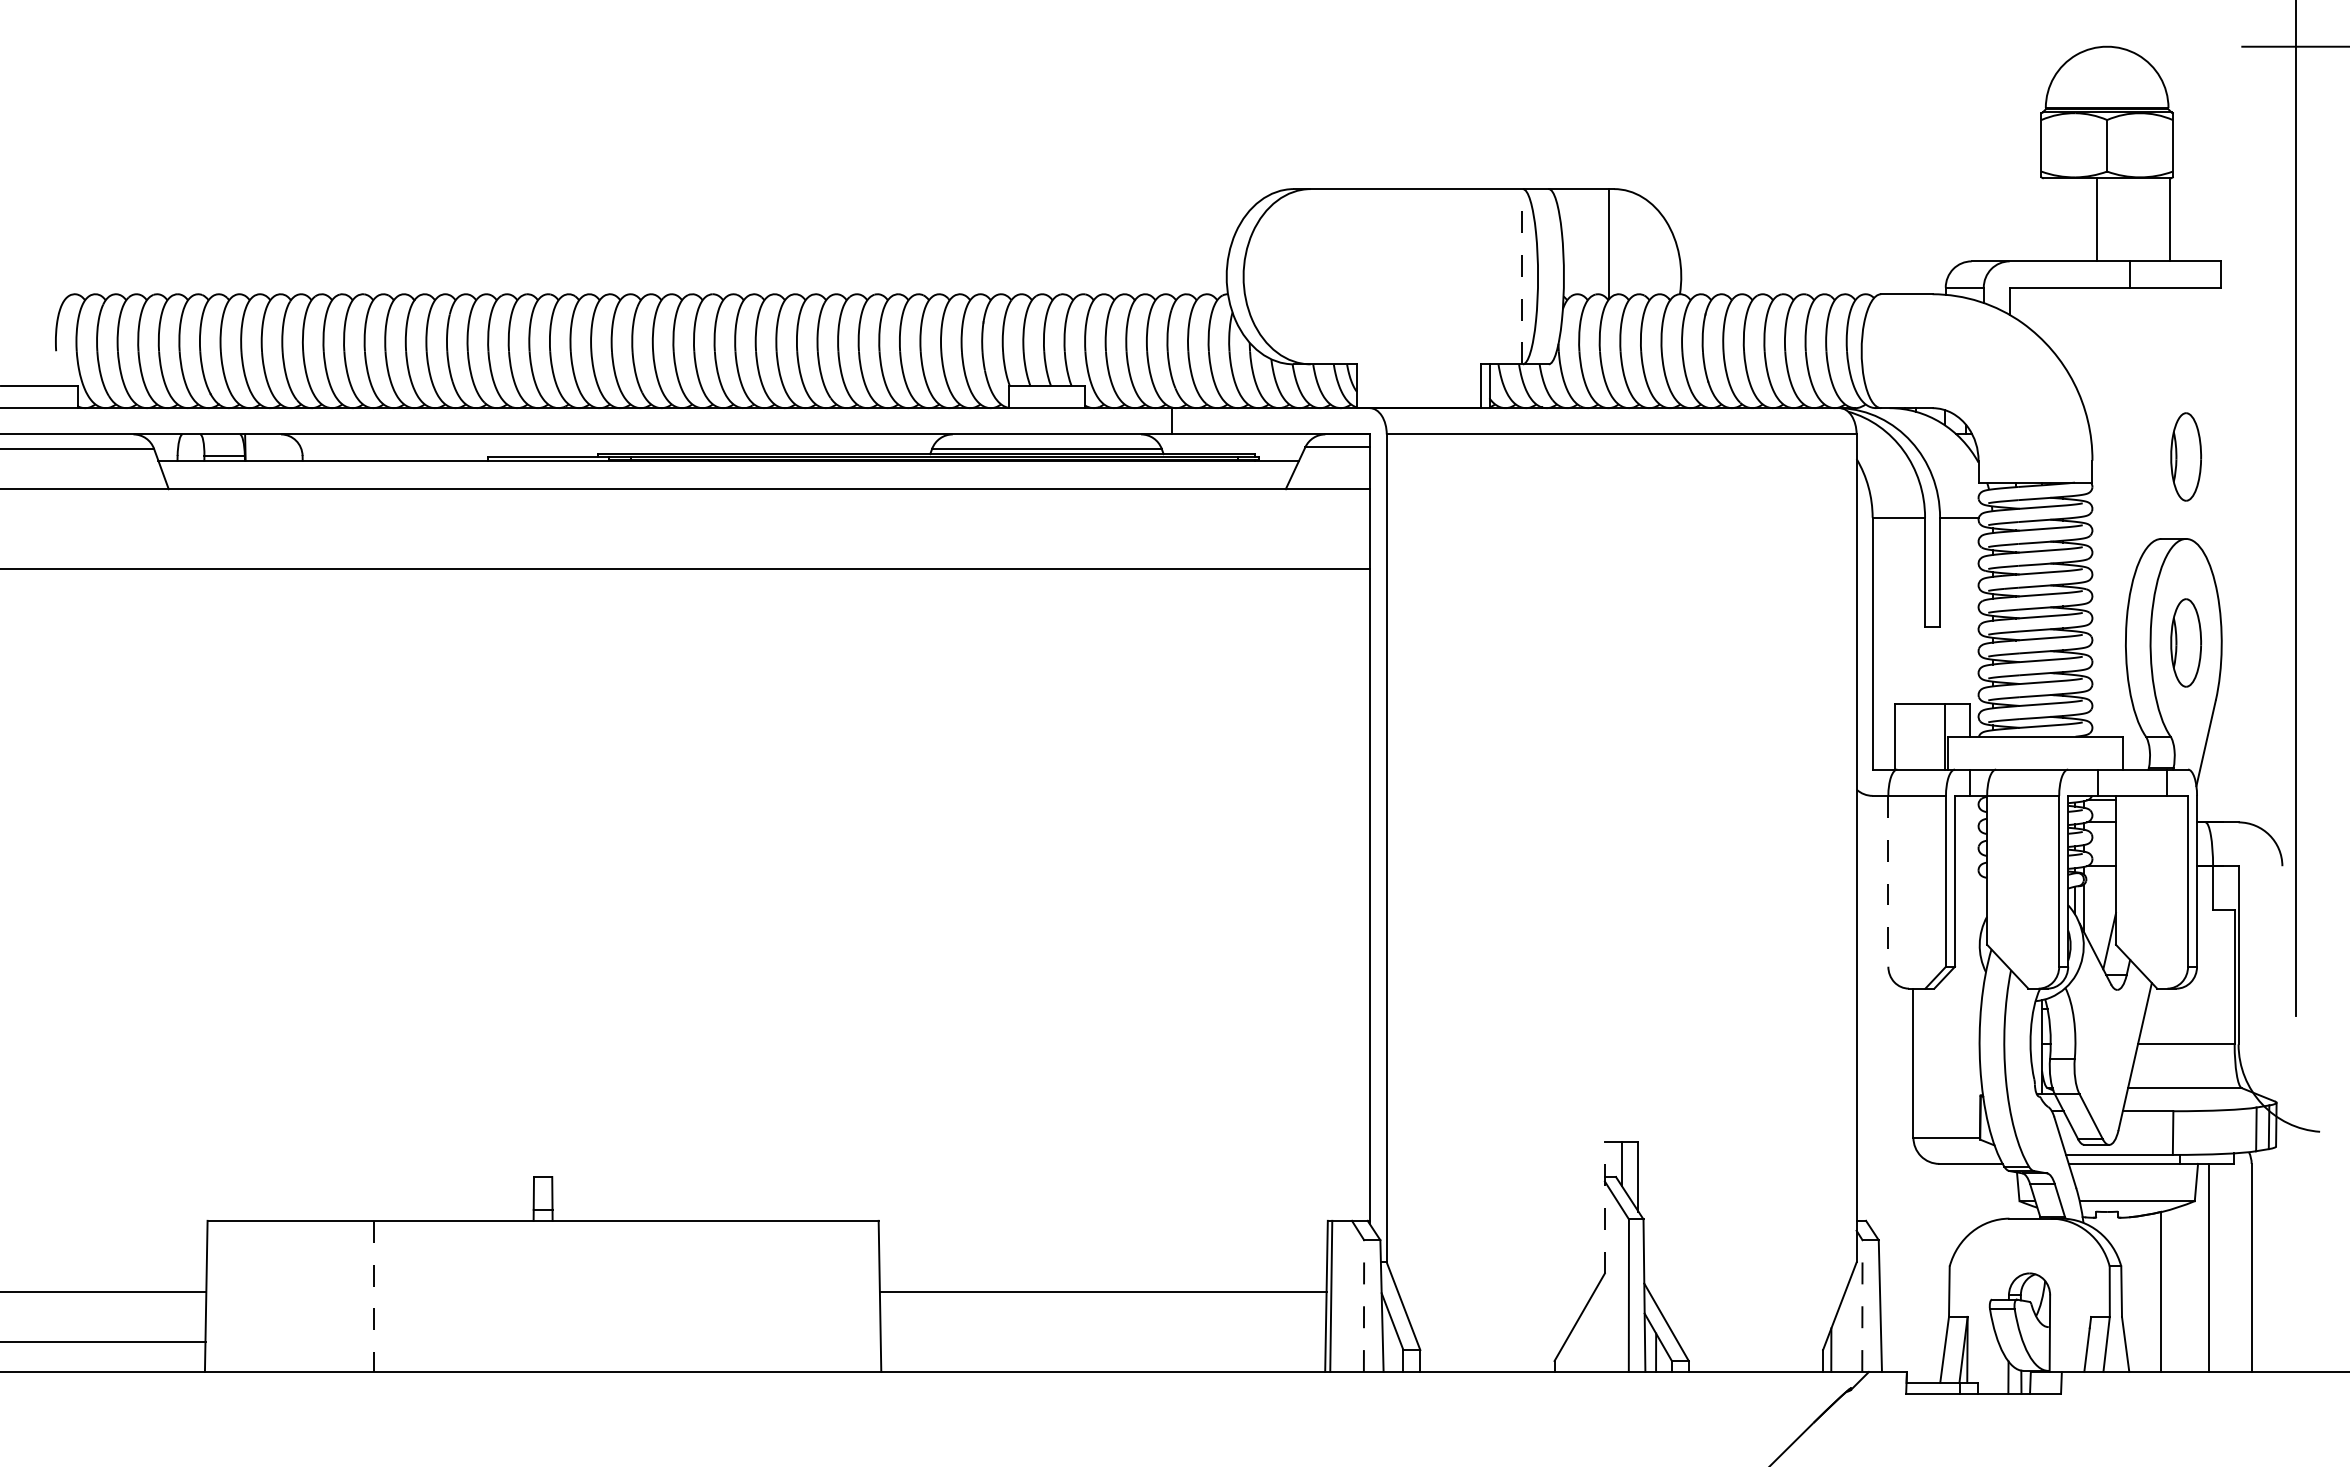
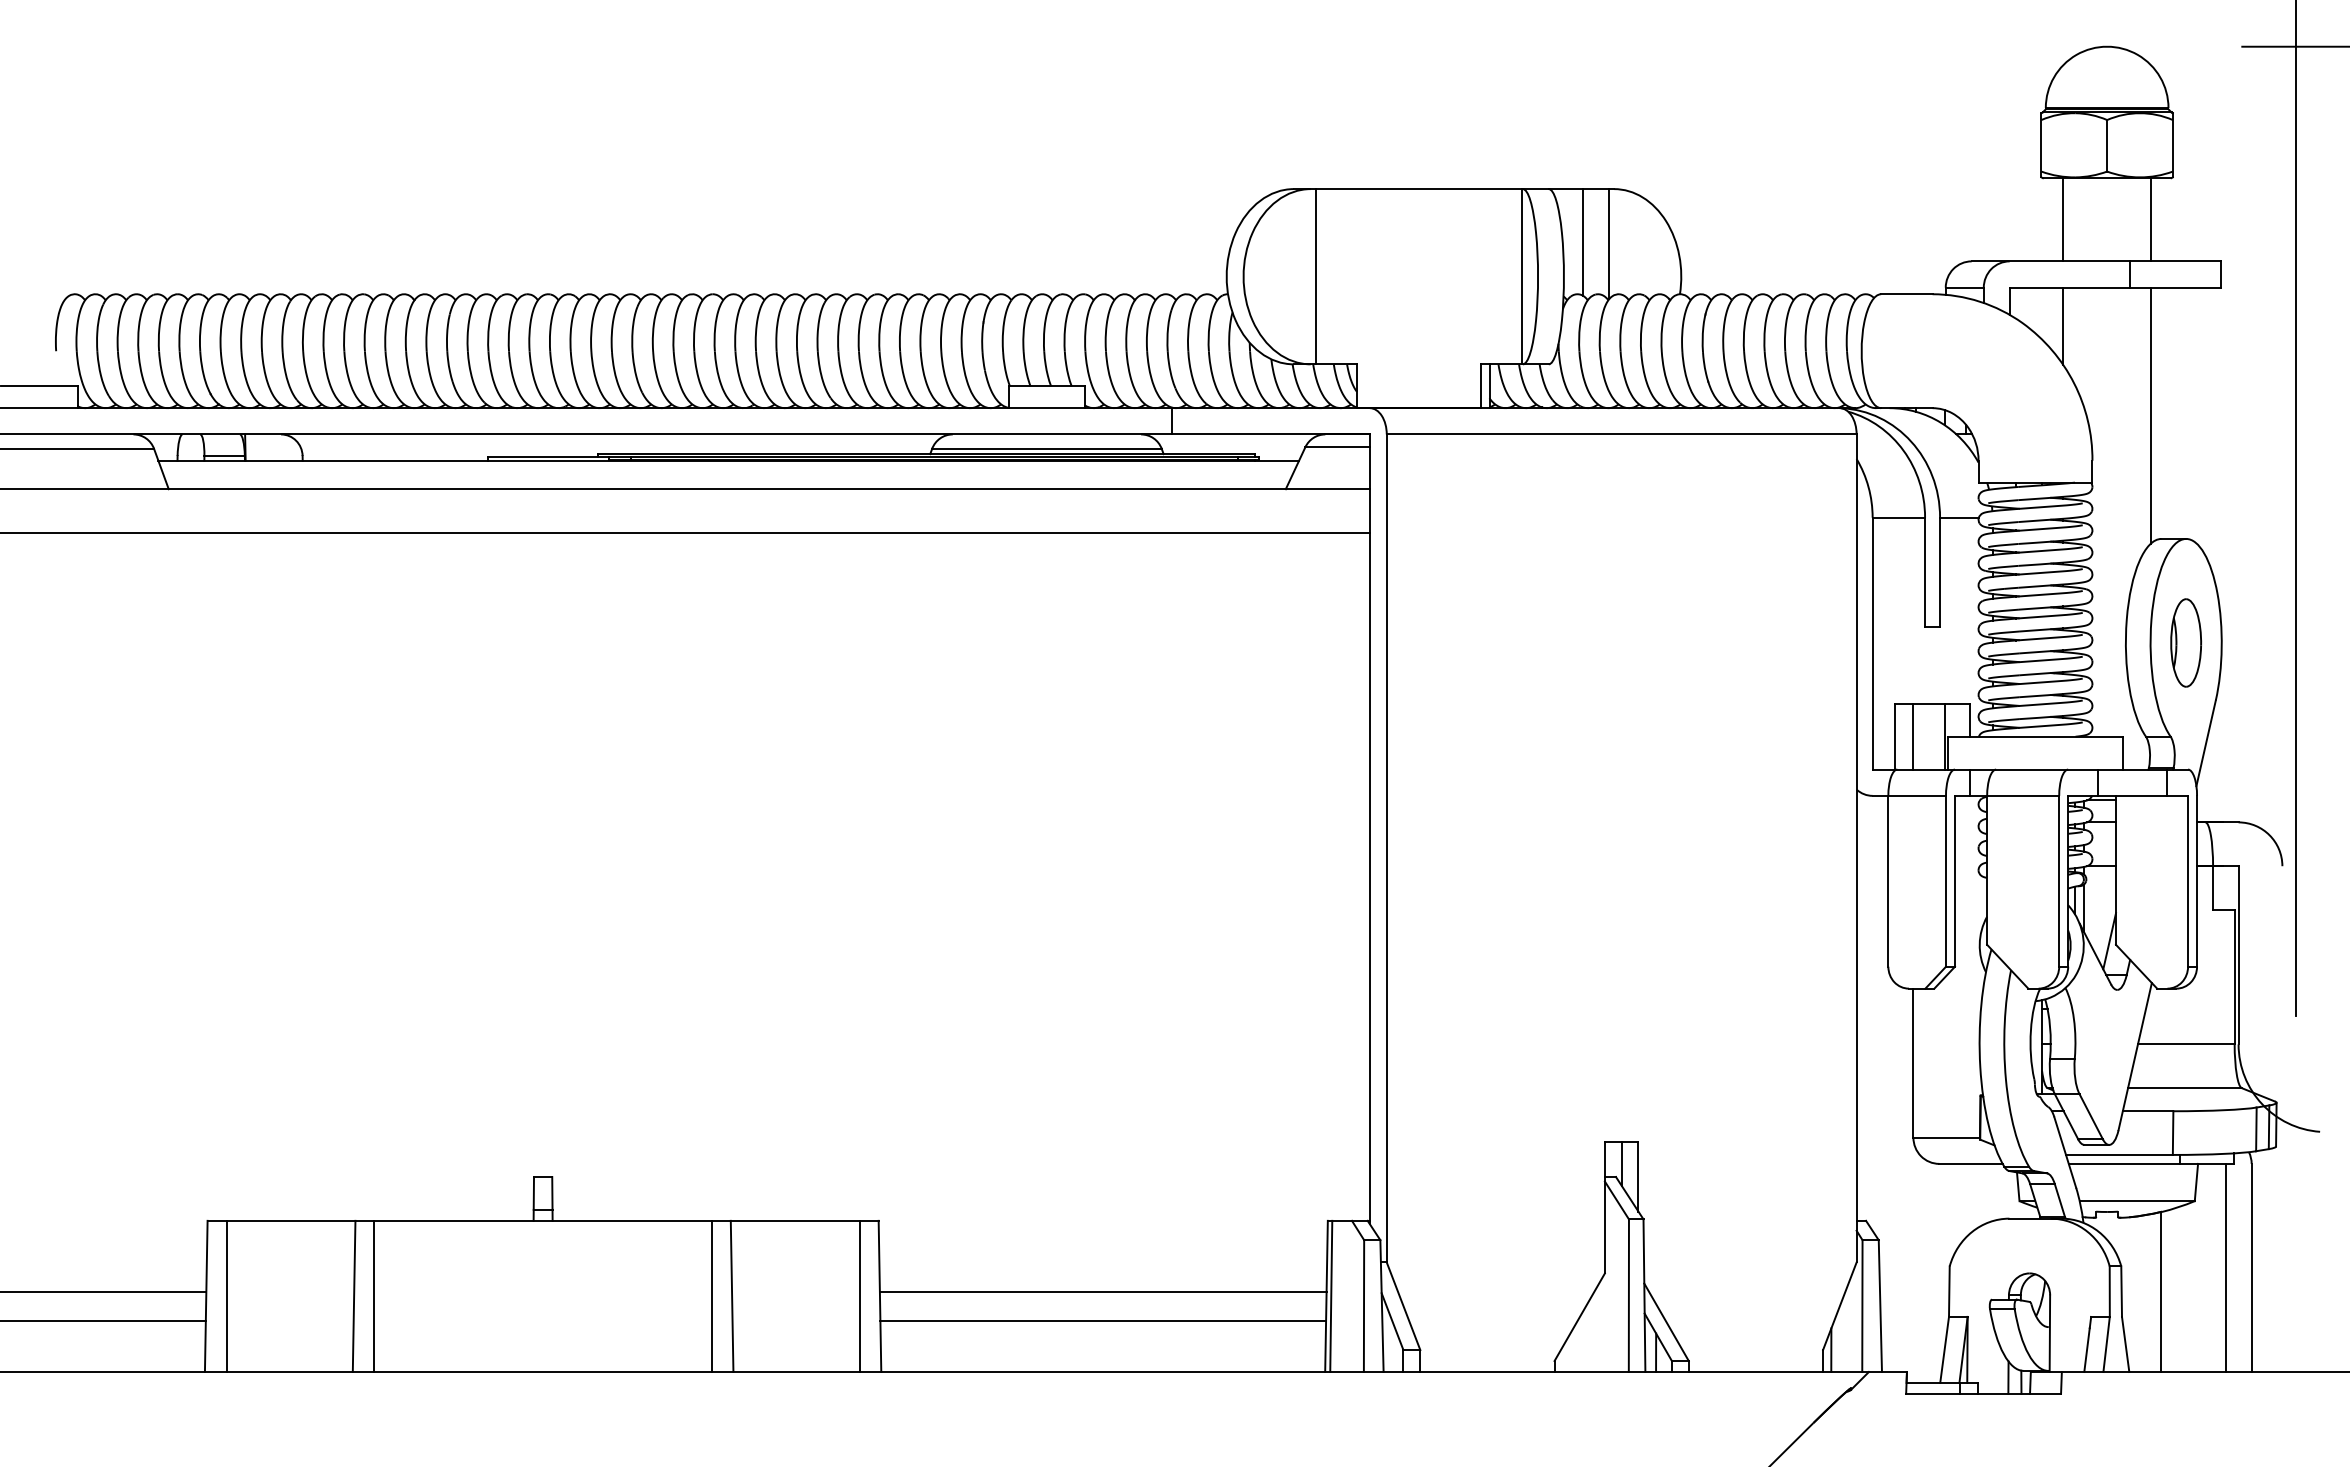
line at (2097, 219) position: (2097, 219) -> (2063, 219)
line at (2169, 219) position: (2169, 219) -> (2150, 219)
line at (1583, 242): none -> present
line at (1315, 276): none -> present
line at (1521, 276): dashed -> solid
line at (2063, 325): none -> present
line at (2150, 415): none -> present
part at (2186, 456): present -> none
line at (685, 569) position: (685, 569) -> (685, 533)
line at (1913, 736): none -> present
line at (1888, 881): dashed -> solid
line at (1604, 1207): dashed -> solid
line at (2208, 1267) position: (2208, 1267) -> (2225, 1267)
line at (226, 1296): none -> present
line at (353, 1296): none -> present
line at (374, 1296): dashed -> solid
line at (711, 1296): none -> present
line at (731, 1296): none -> present
line at (859, 1296): none -> present
line at (1364, 1306): dashed -> solid
line at (1862, 1306): dashed -> solid
line at (1103, 1321): none -> present
line at (103, 1342) position: (103, 1342) -> (103, 1321)
